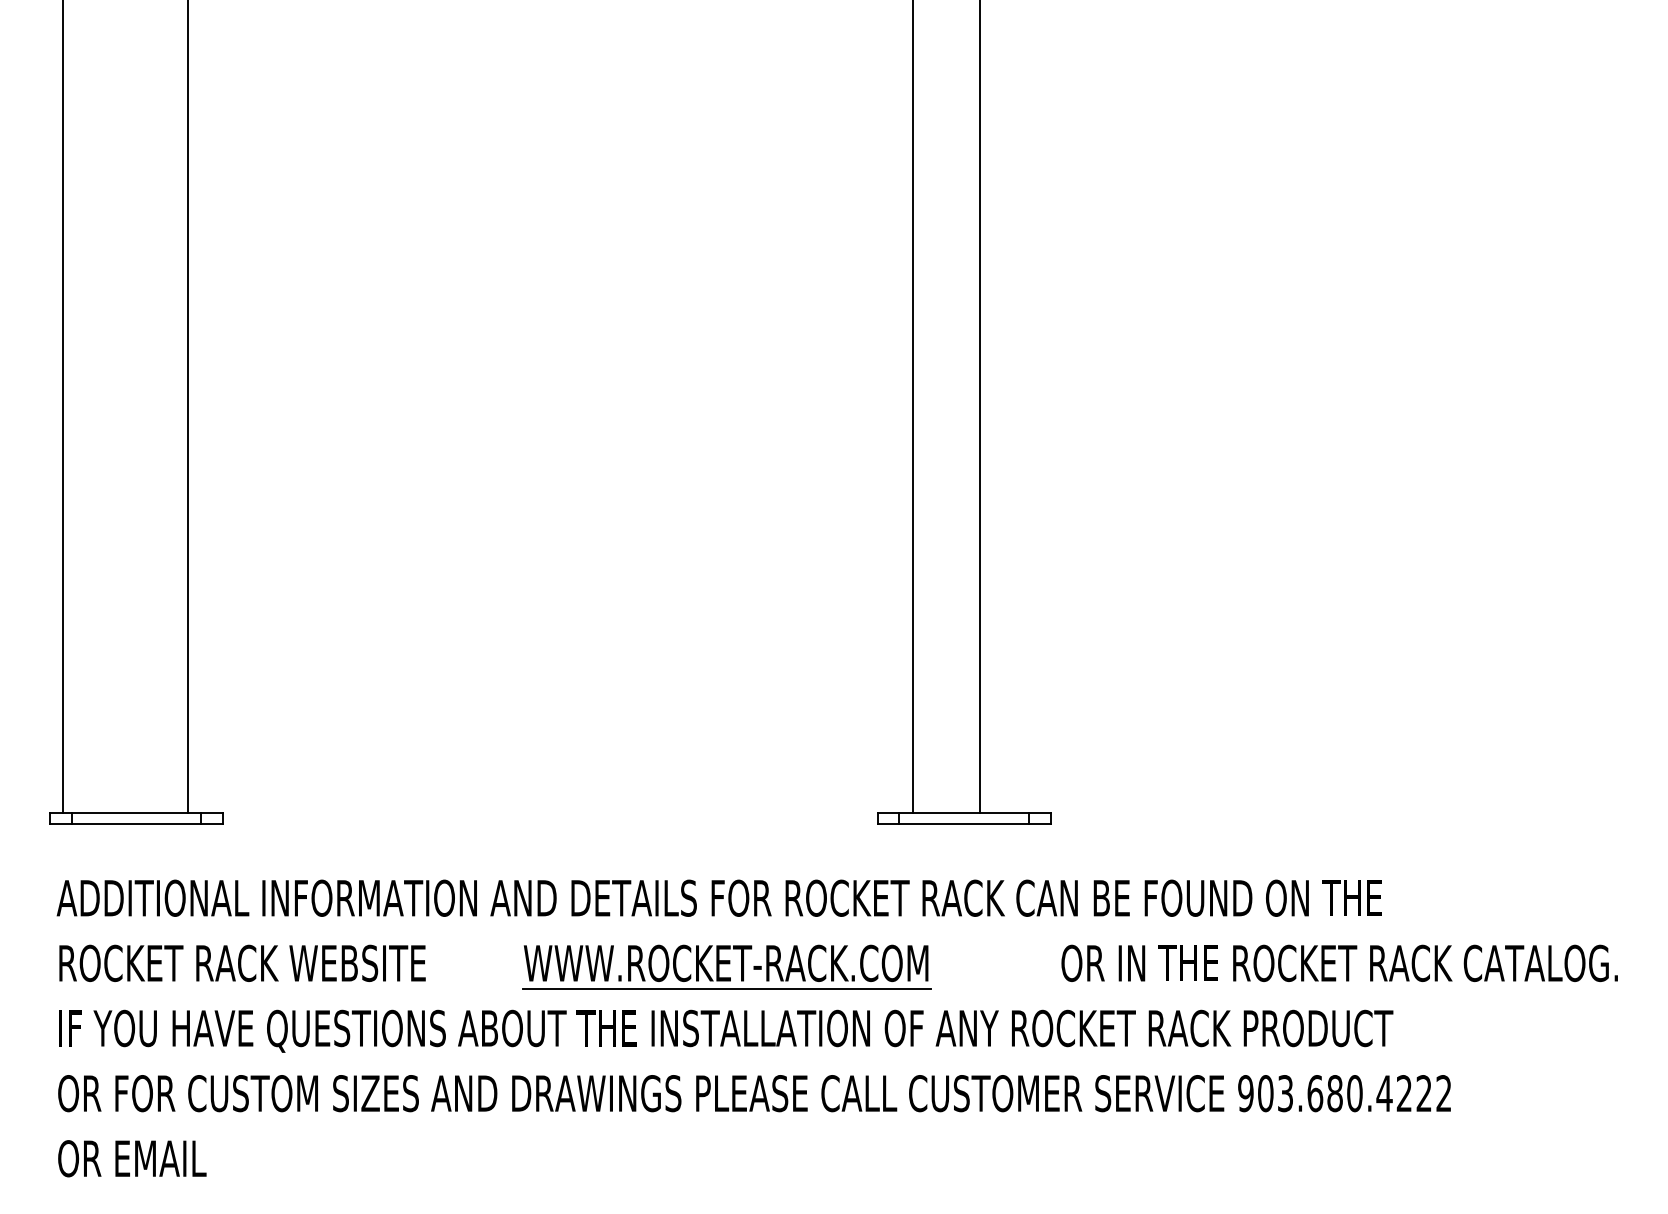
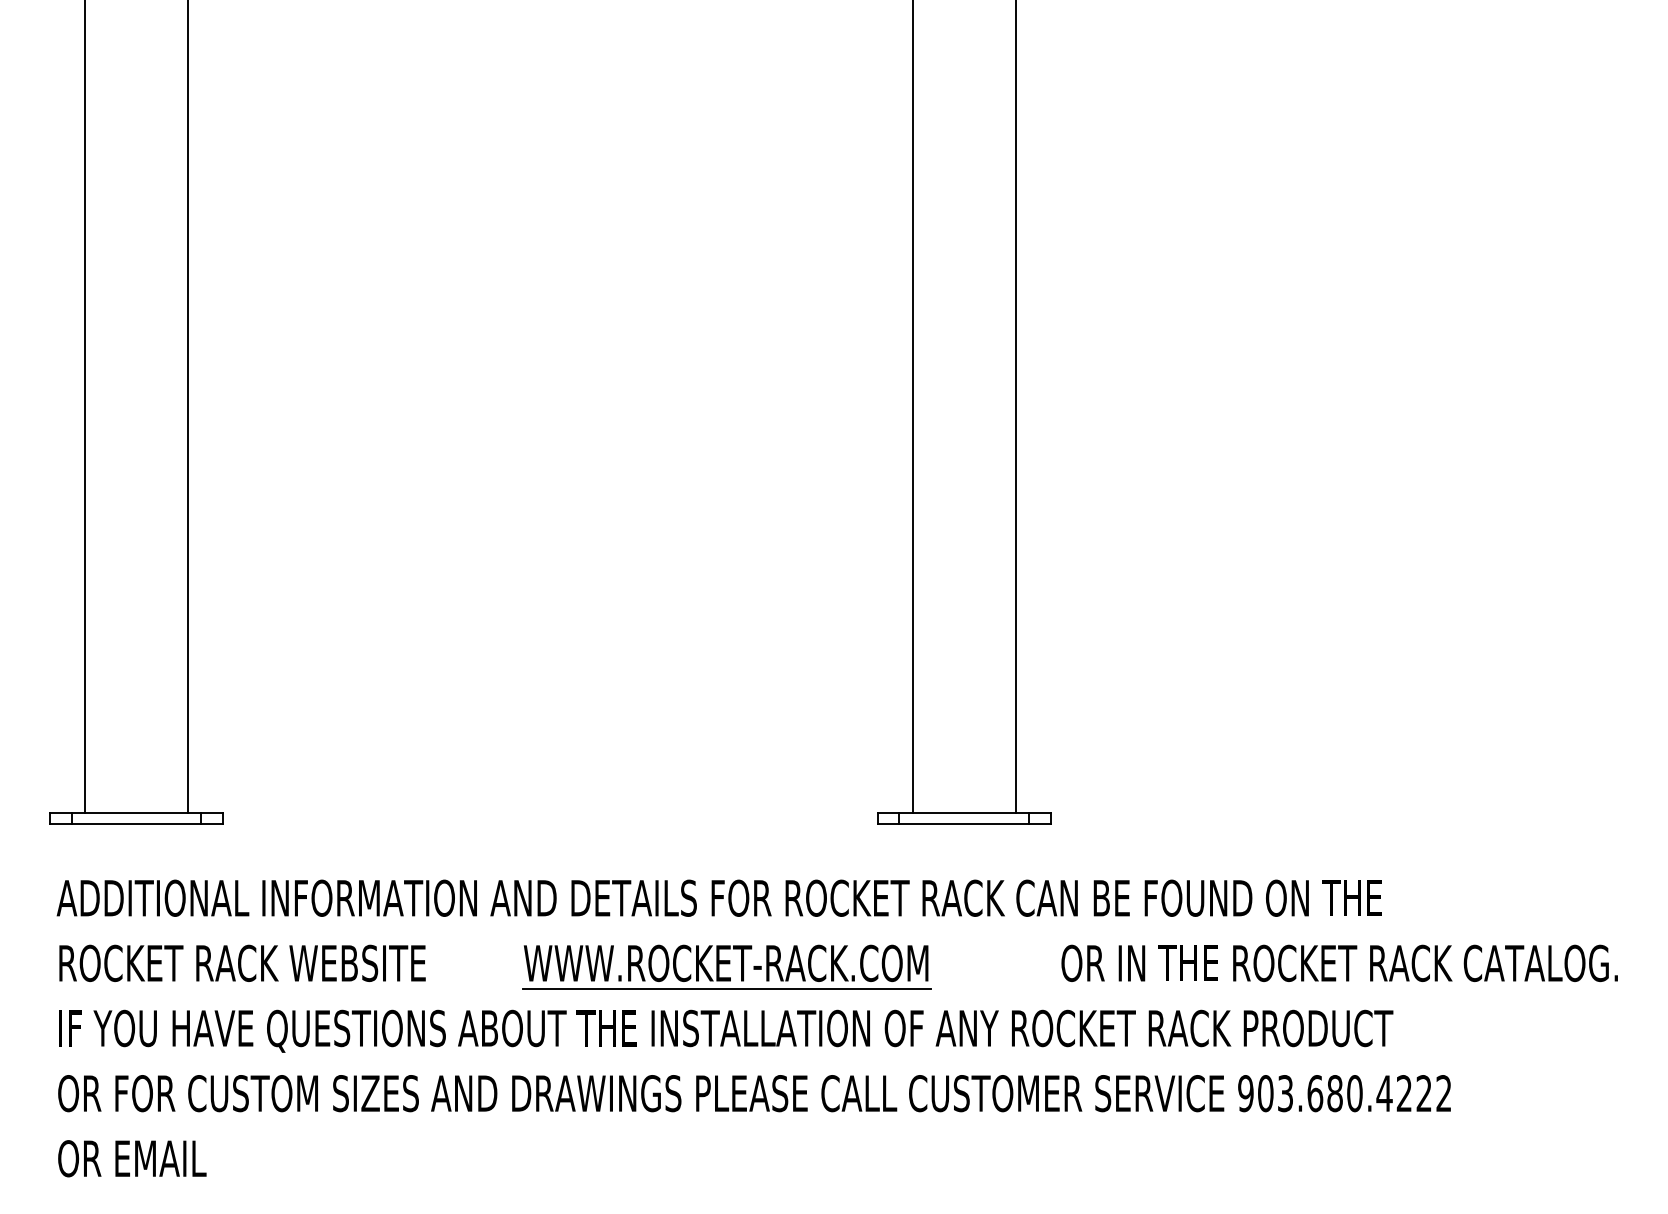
line at (63, 407) position: (63, 407) -> (85, 407)
line at (979, 407) position: (979, 407) -> (1015, 407)
